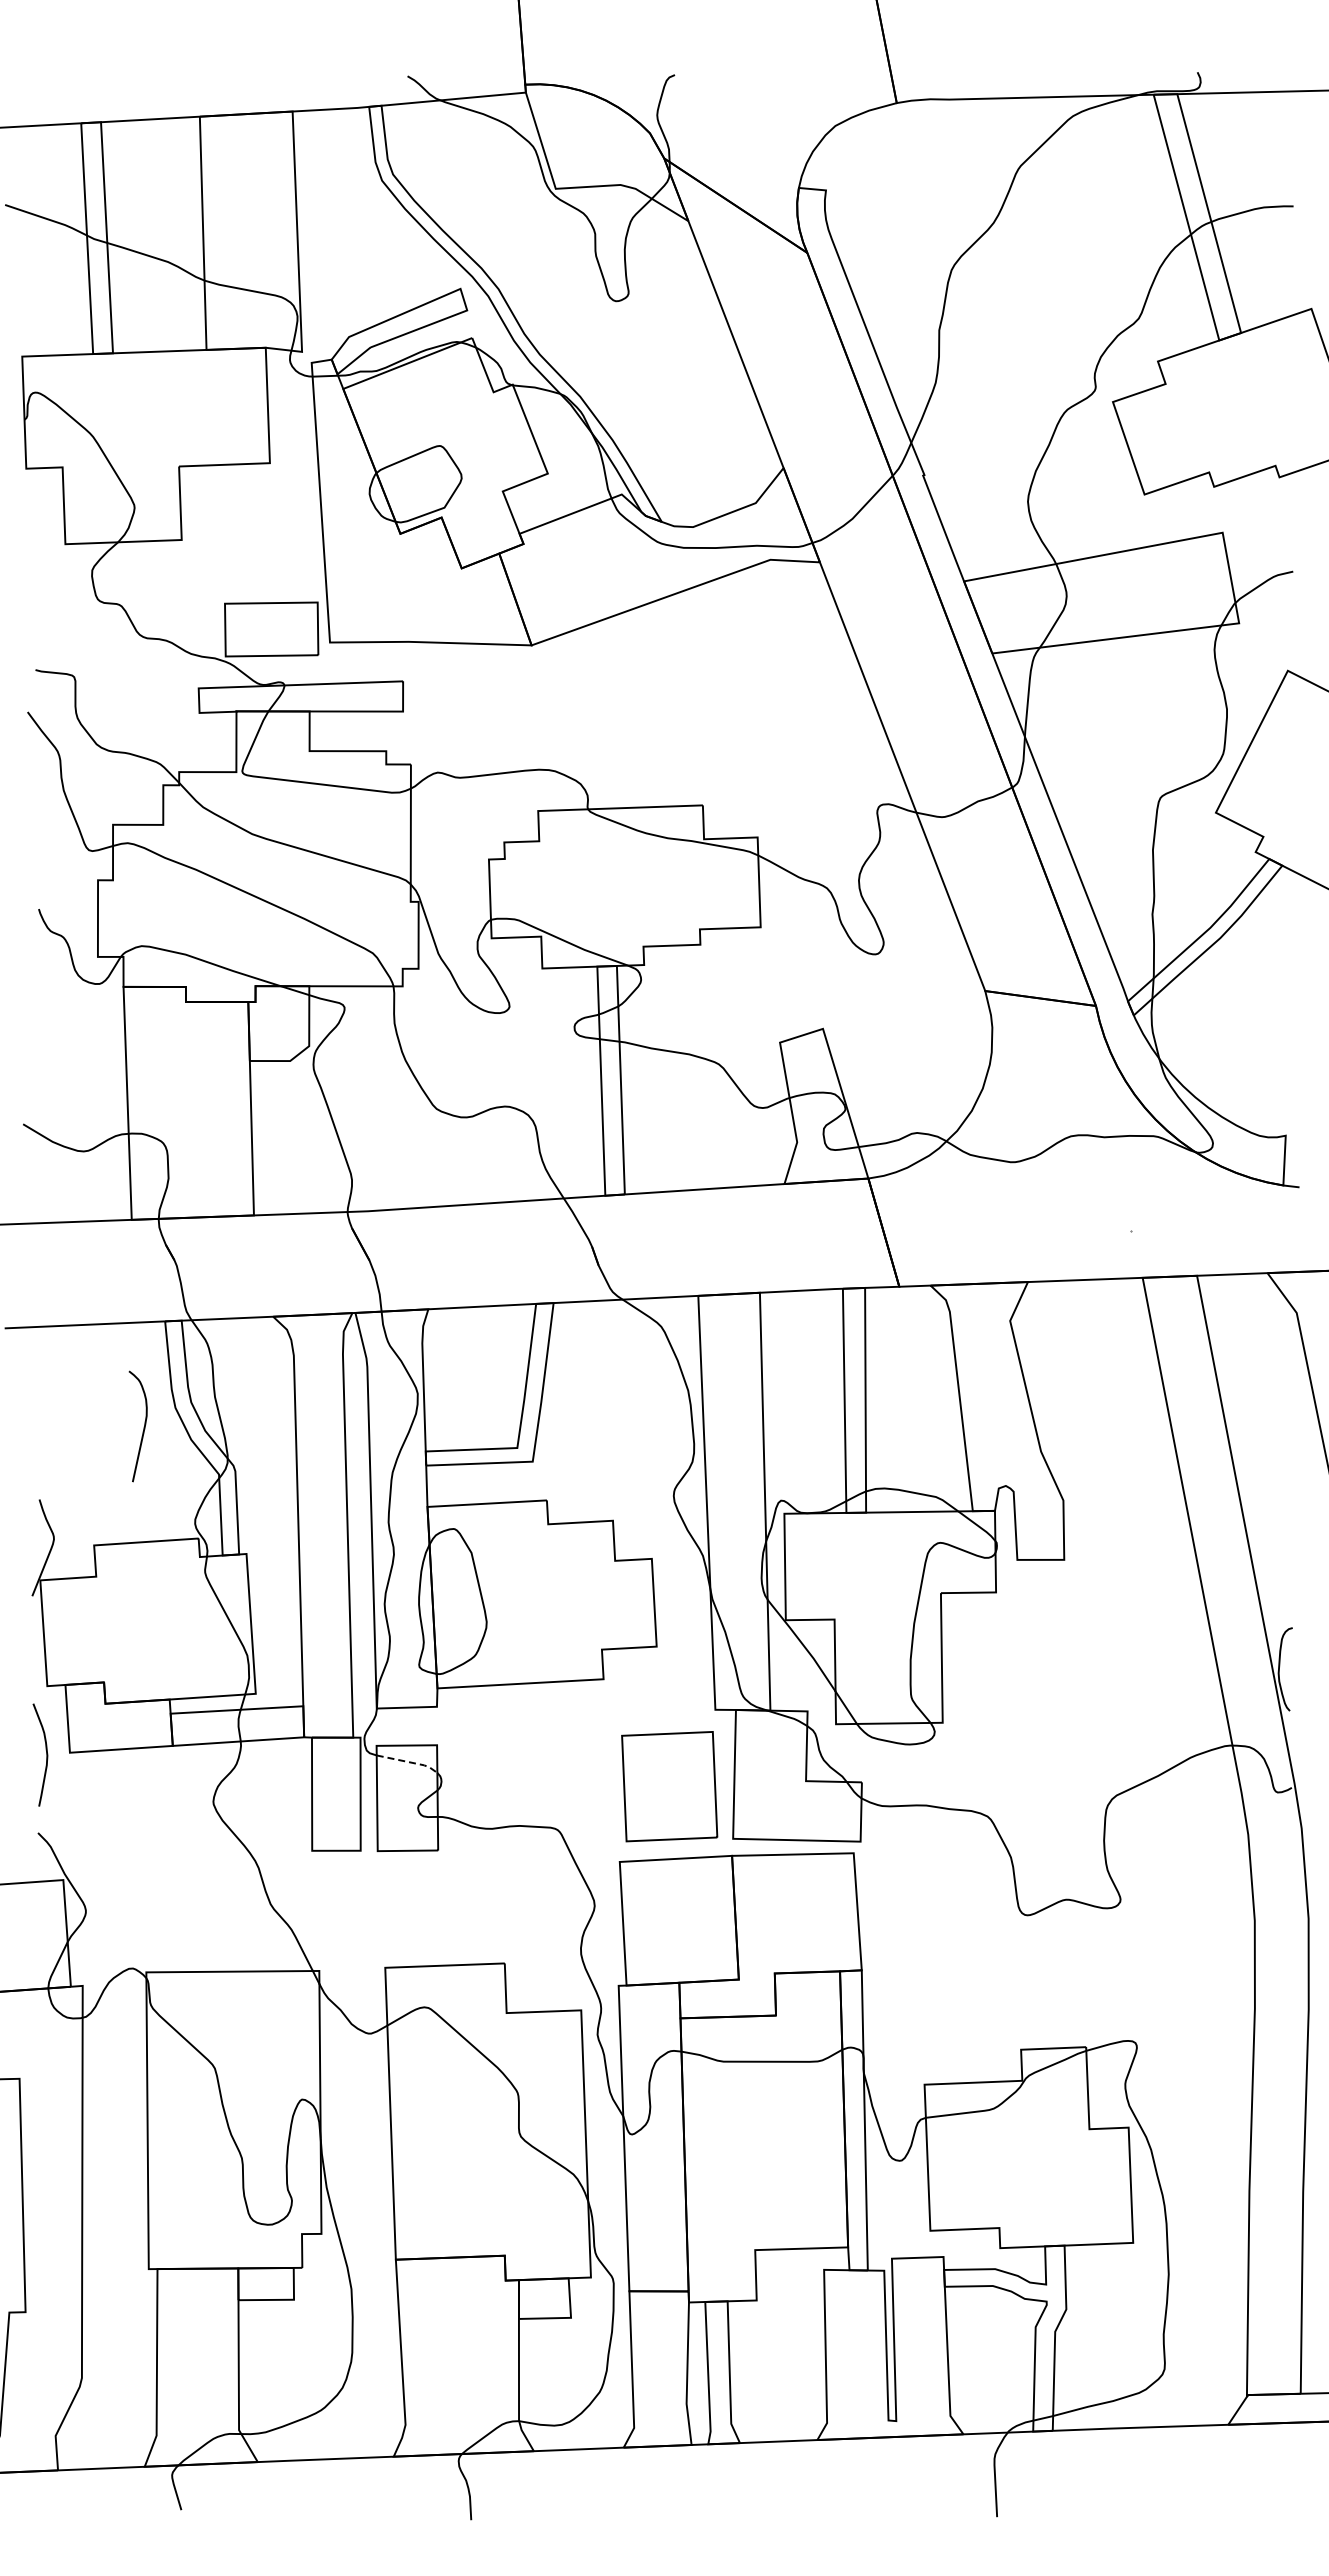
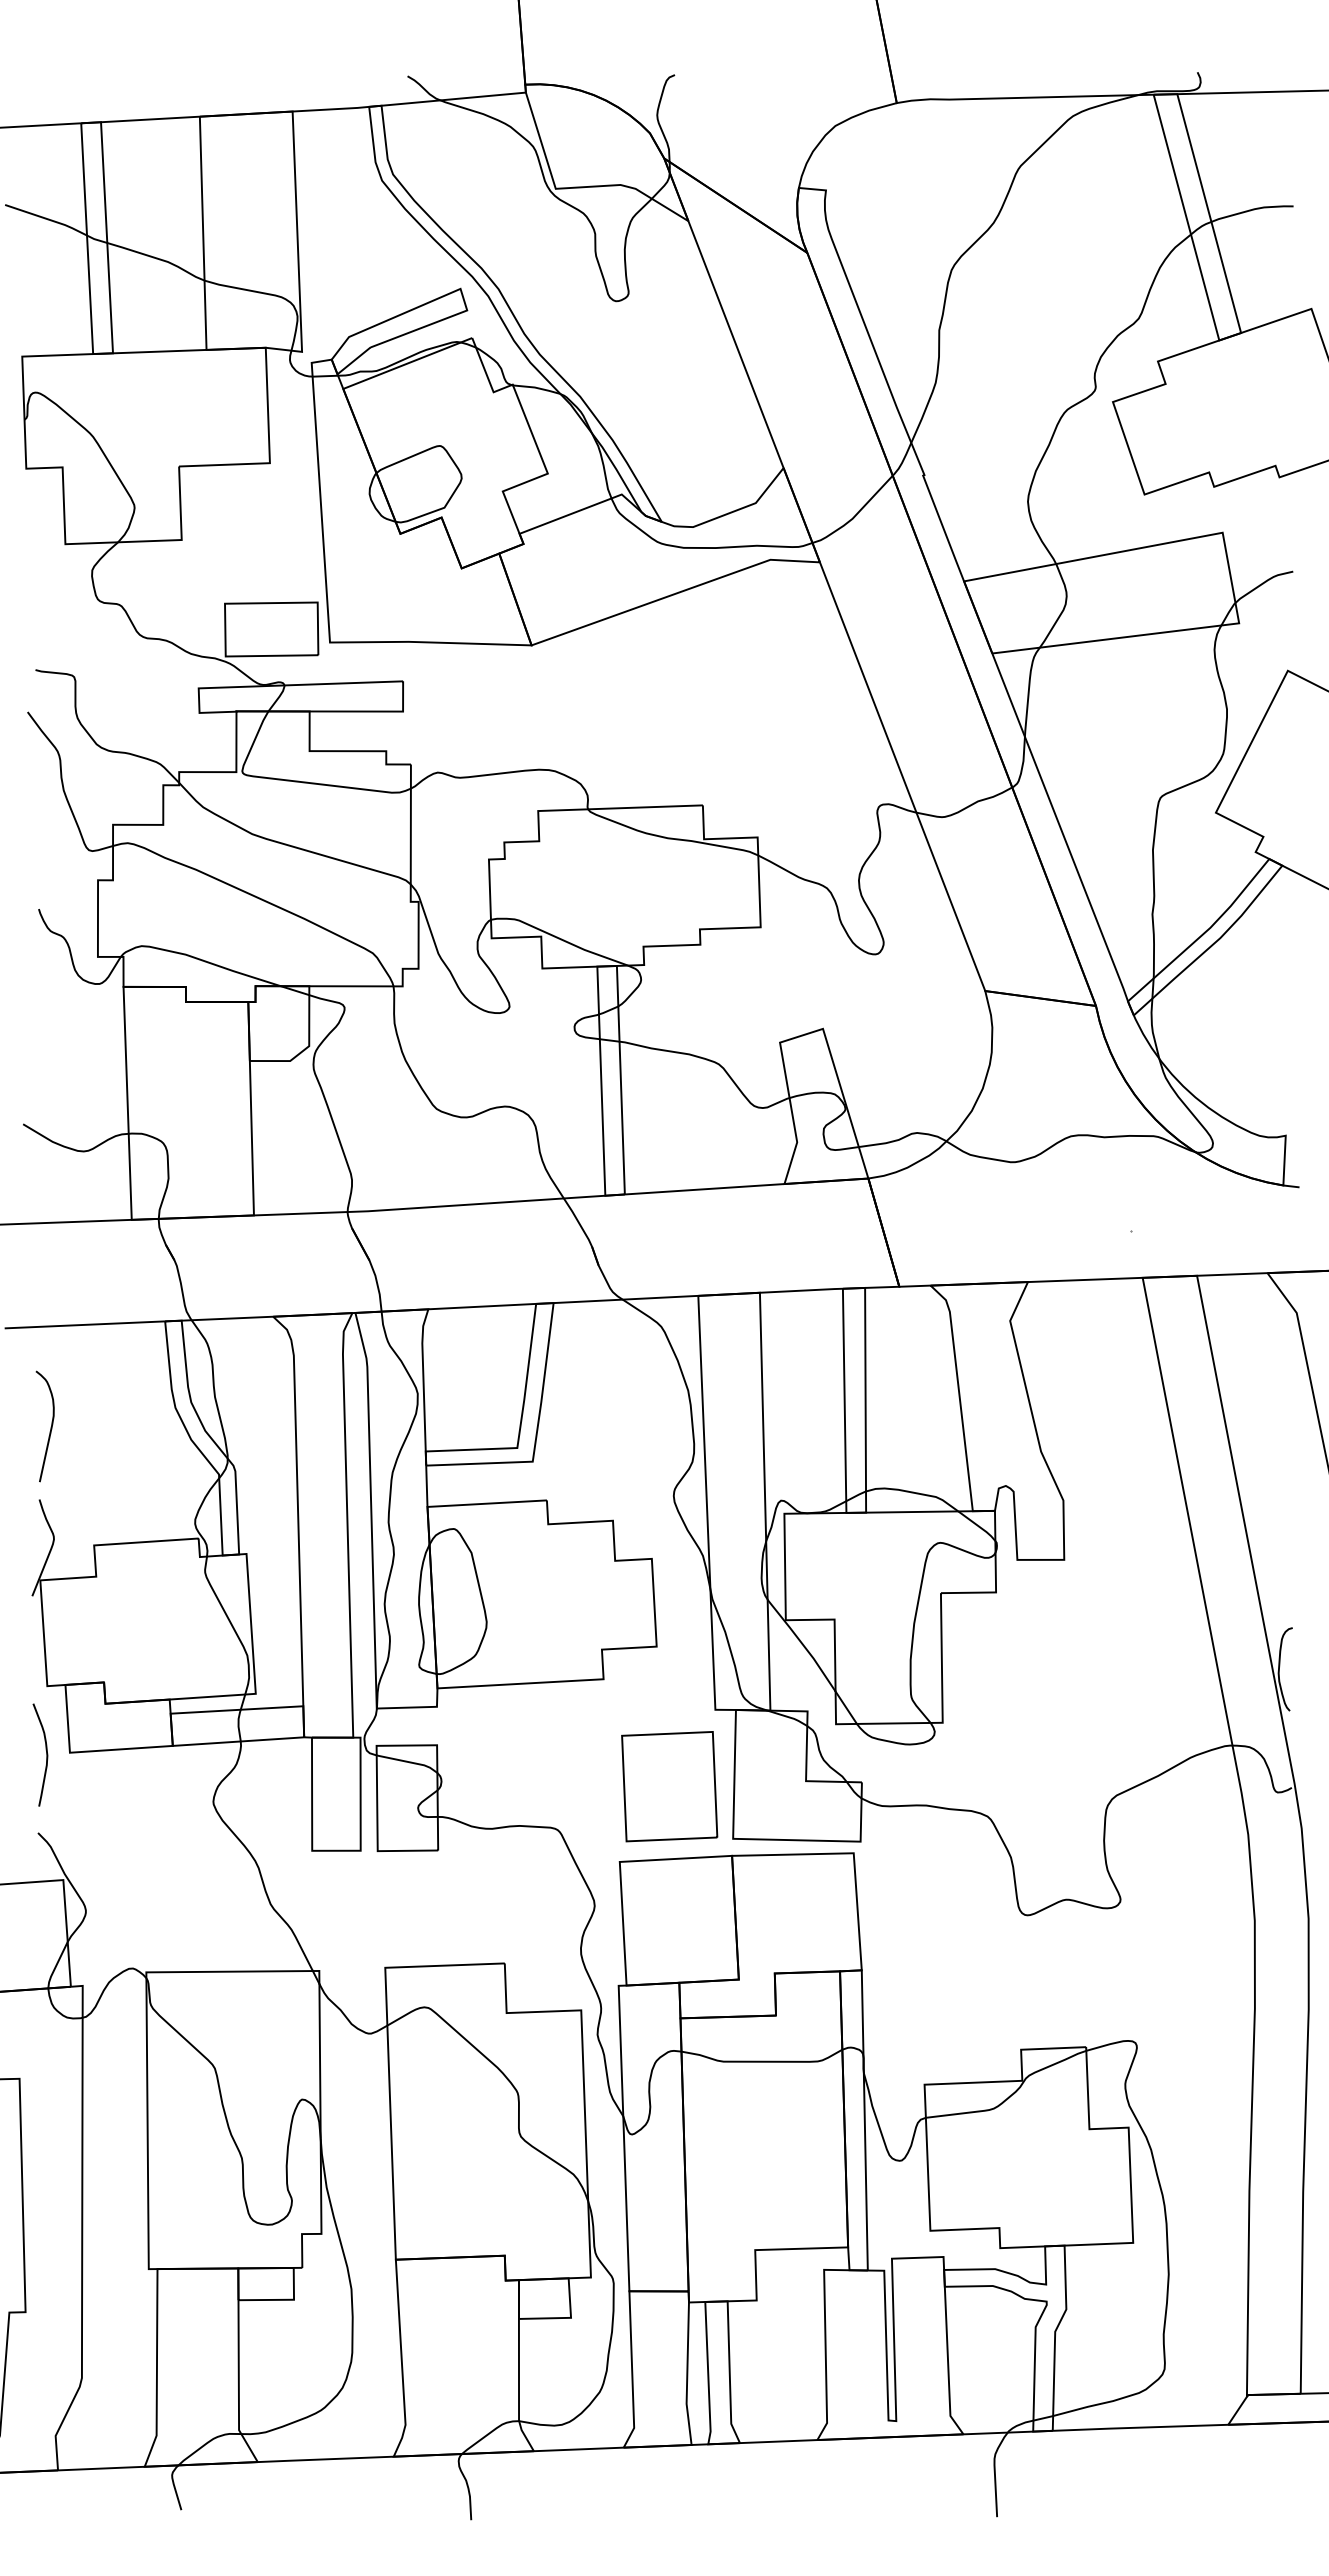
curve at (143, 1427) position: (143, 1427) -> (50, 1427)
line at (409, 1762): dashed -> solid
